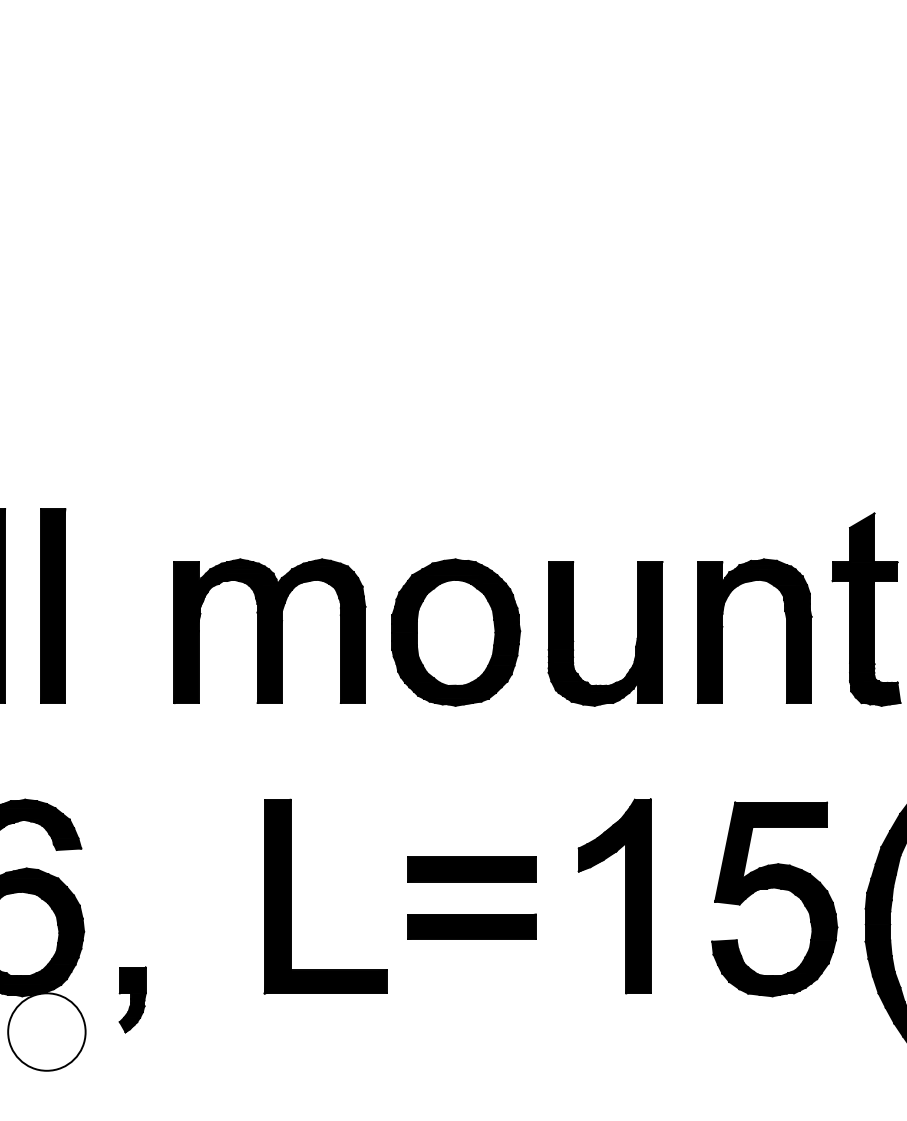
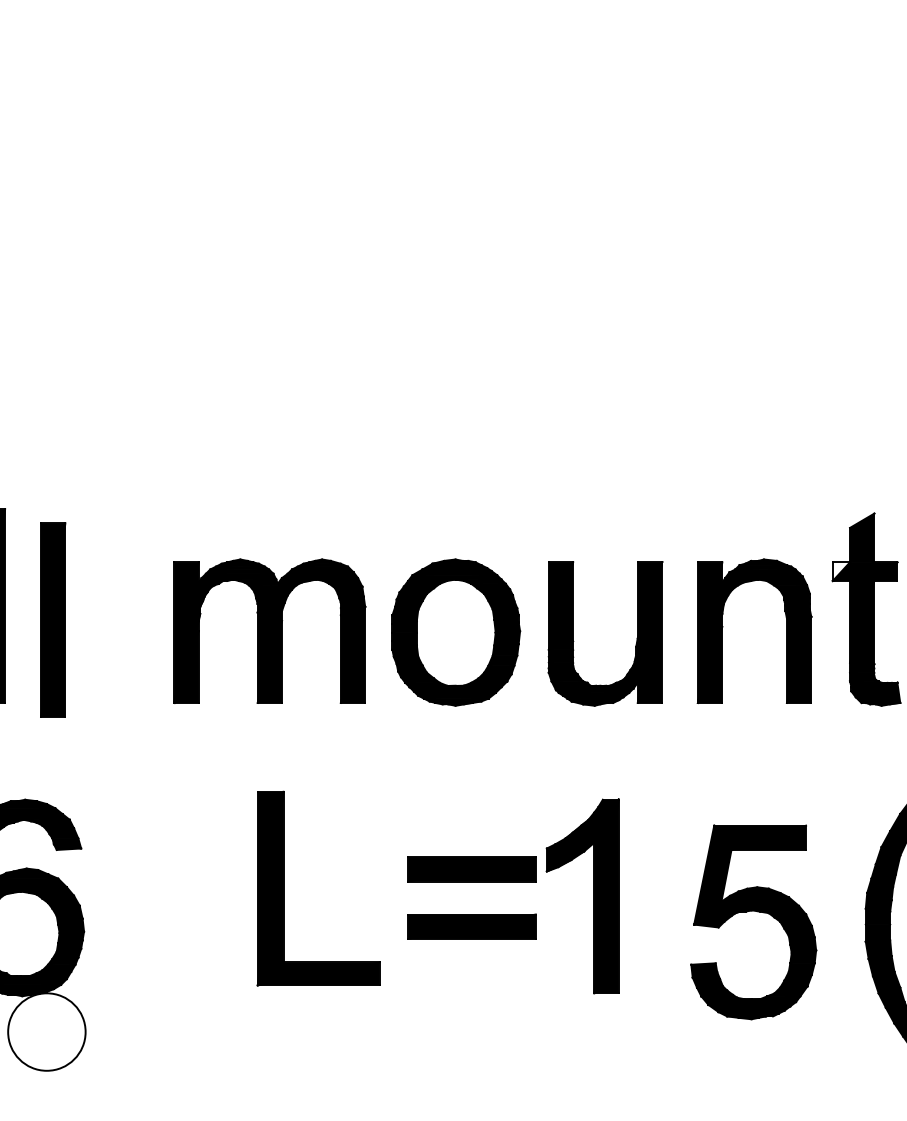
fill at (841, 571): present -> none
part at (53, 605) position: (53, 605) -> (53, 619)
part at (778, 889) position: (778, 889) -> (757, 912)
part at (291, 896) position: (291, 896) -> (284, 888)
part at (625, 896) position: (625, 896) -> (593, 896)
part at (132, 999): present -> none
